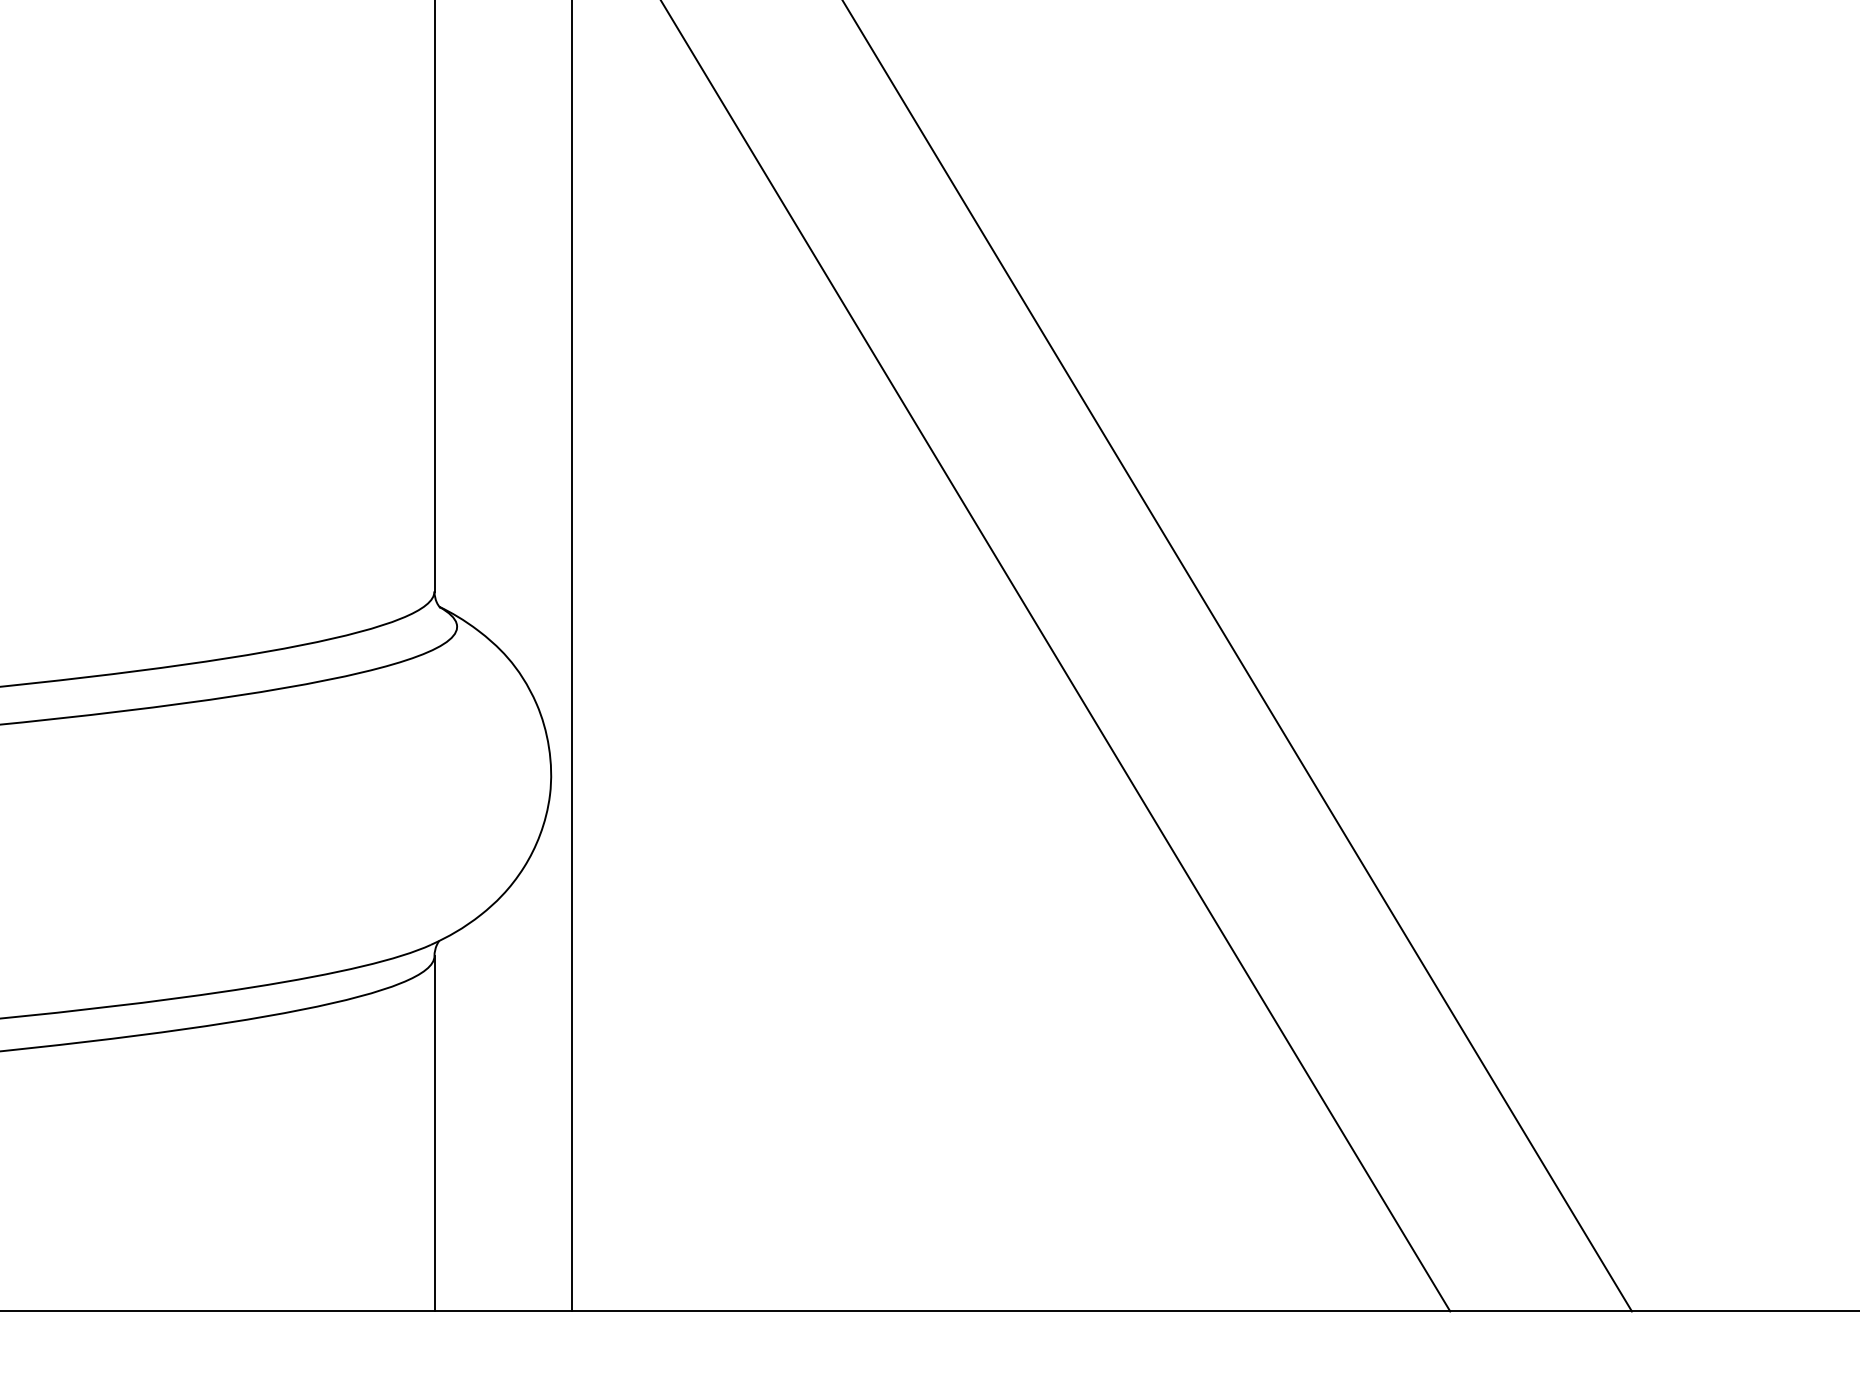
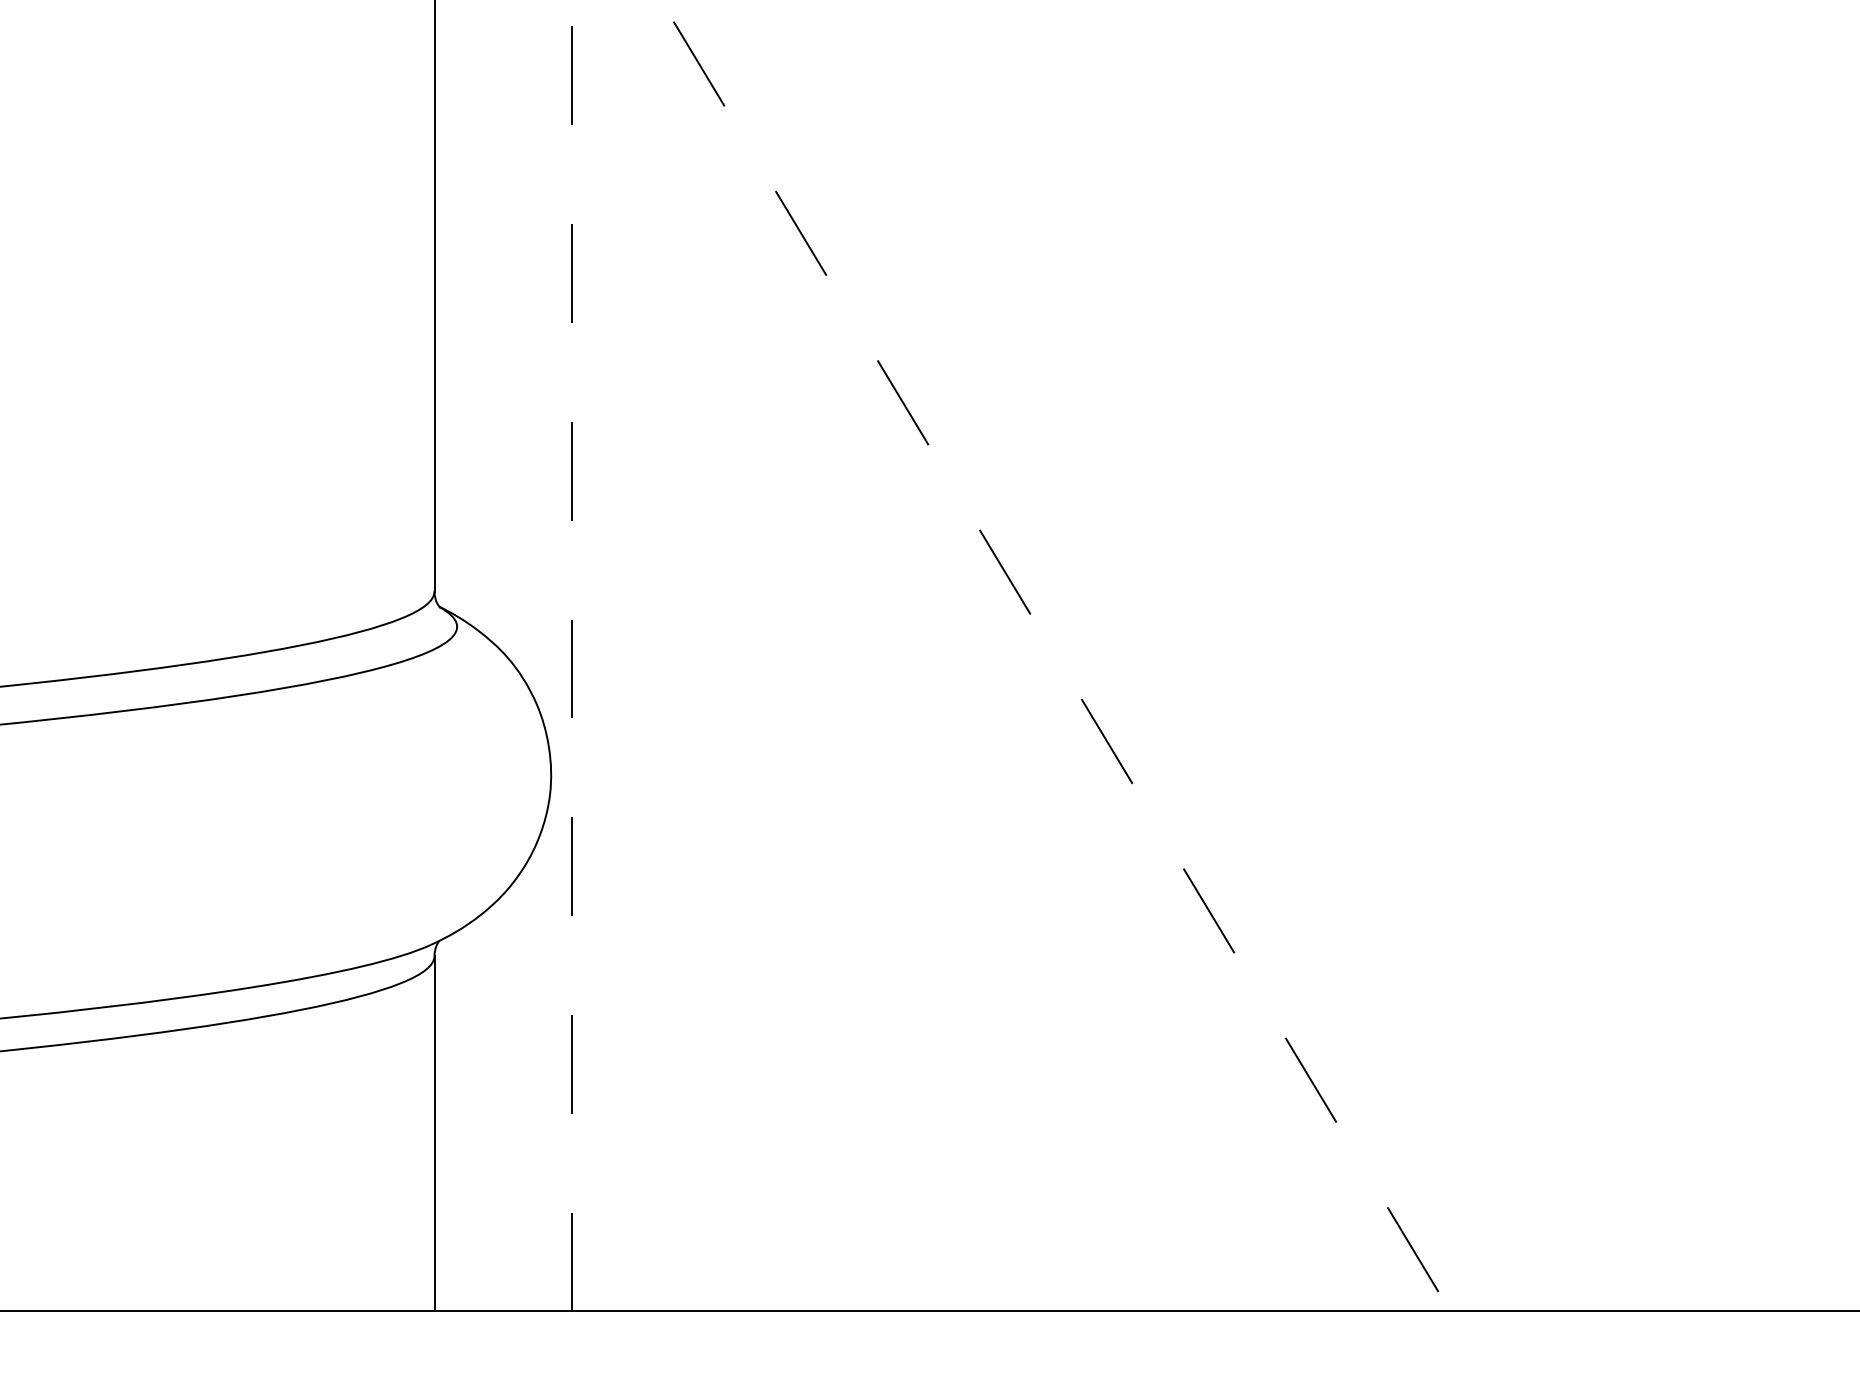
line at (571, 655): solid -> dashed
line at (1055, 656): solid -> dashed
line at (1237, 656): present -> none
